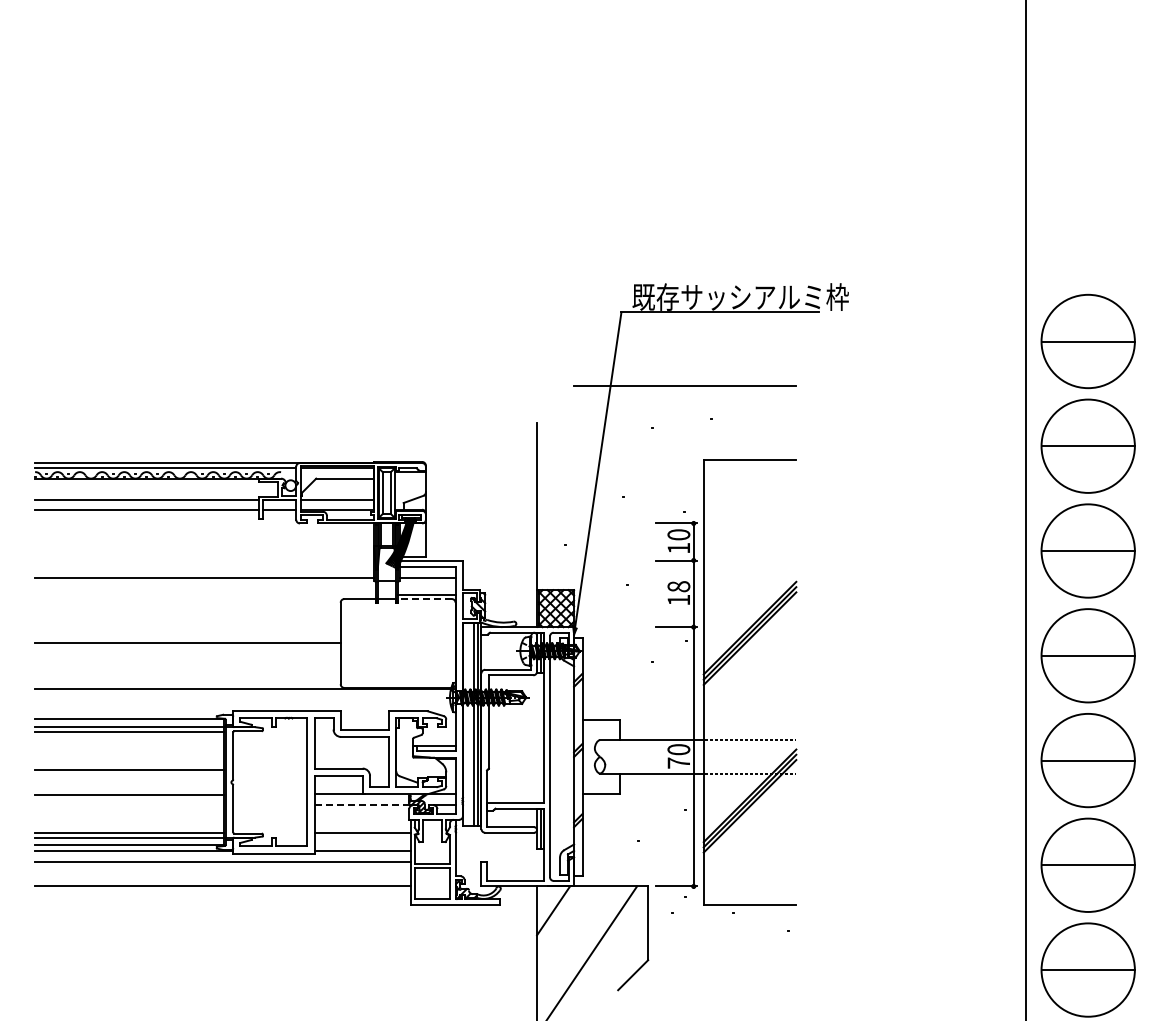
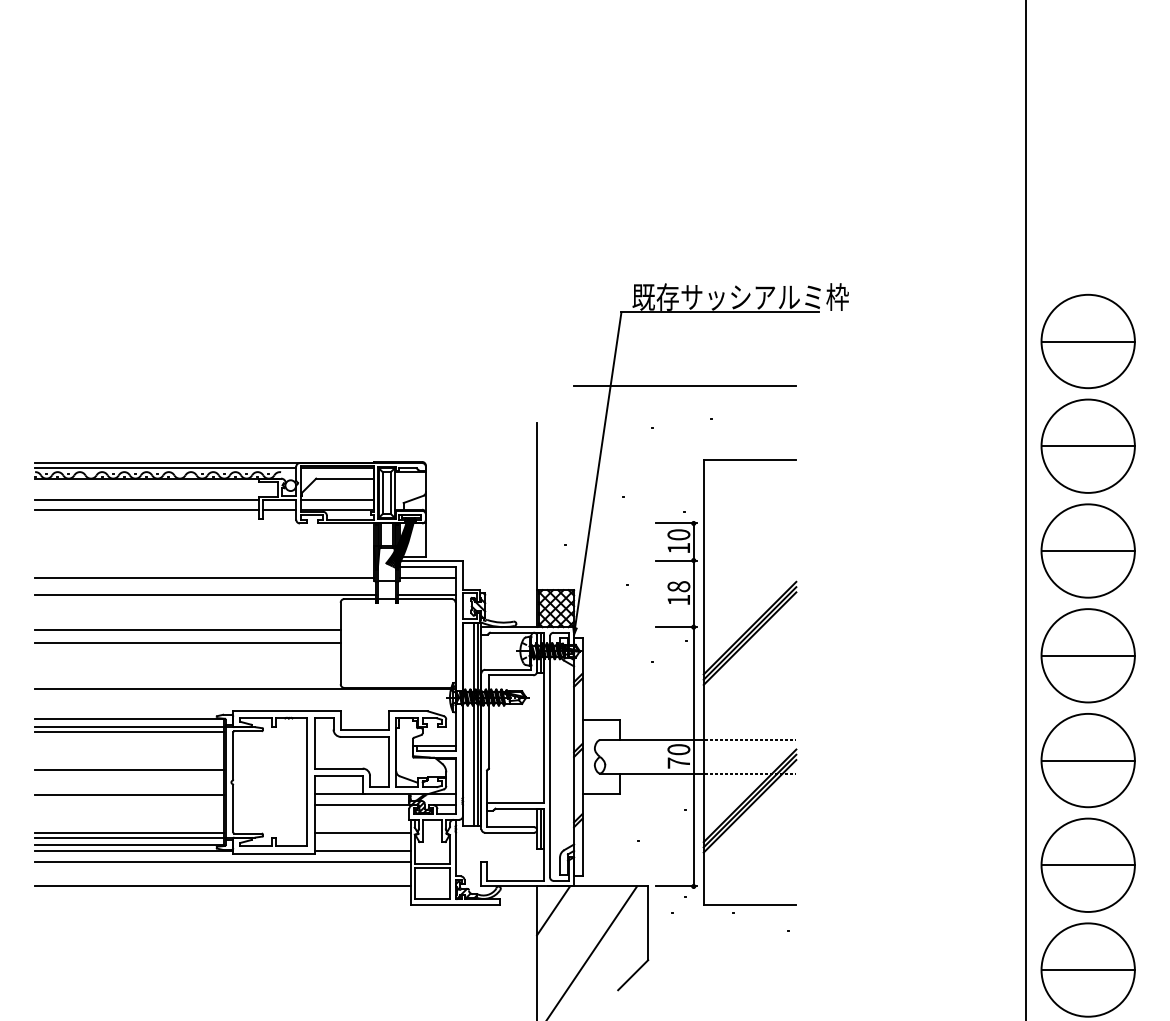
line at (205, 594): none -> present
line at (424, 599): dashed -> solid
line at (187, 630): none -> present
line at (364, 805): dashed -> solid
